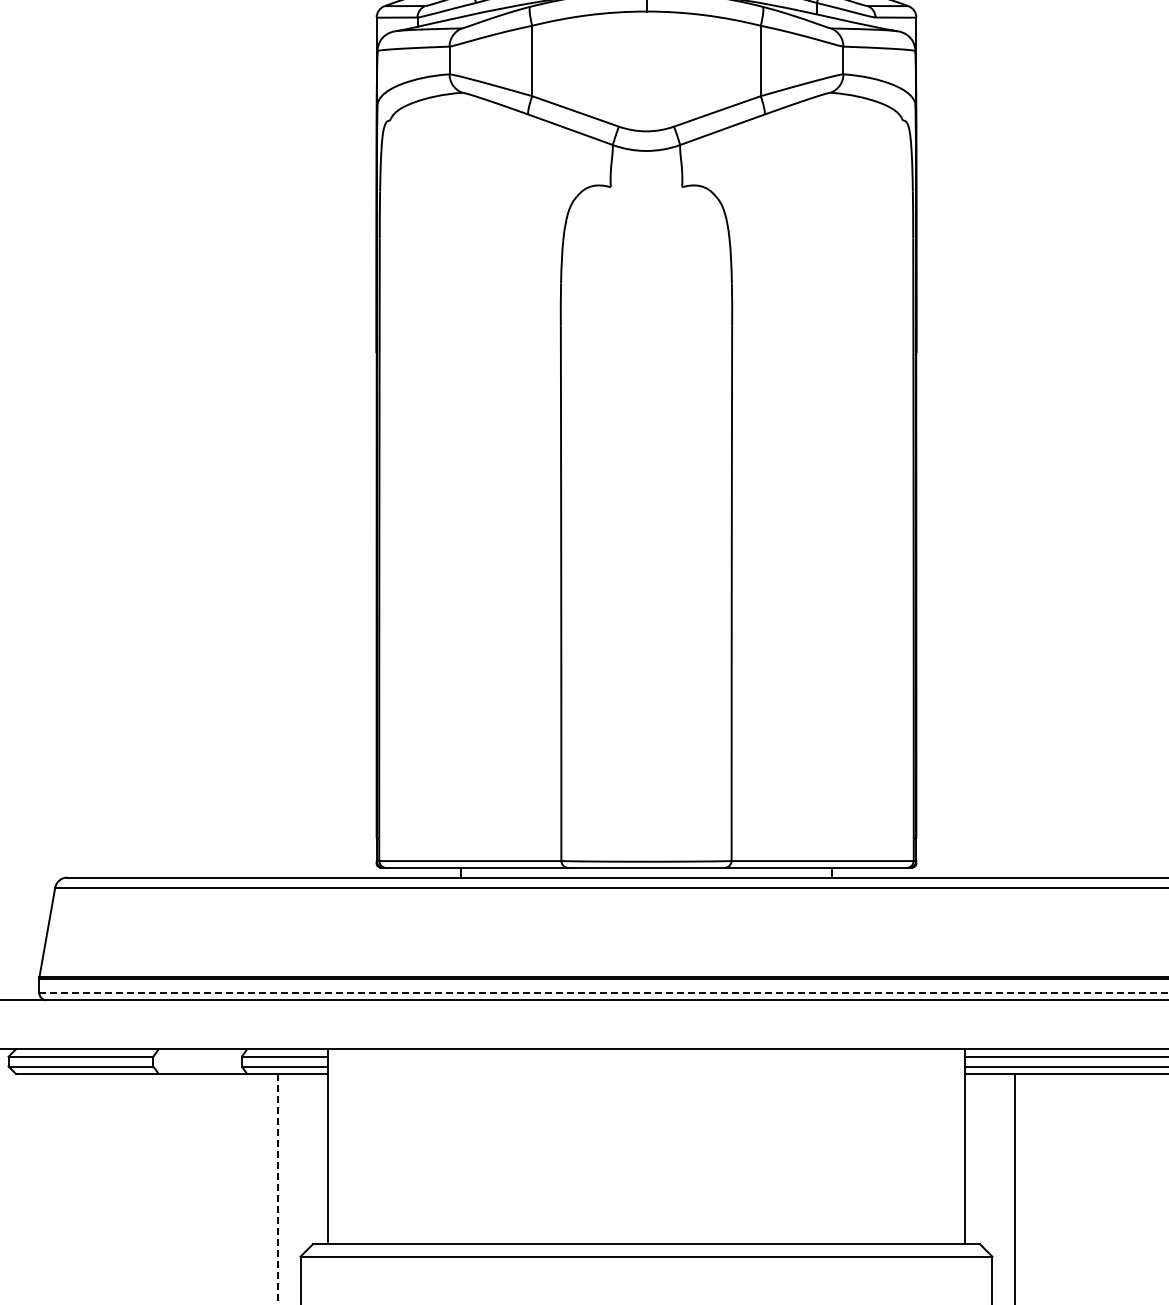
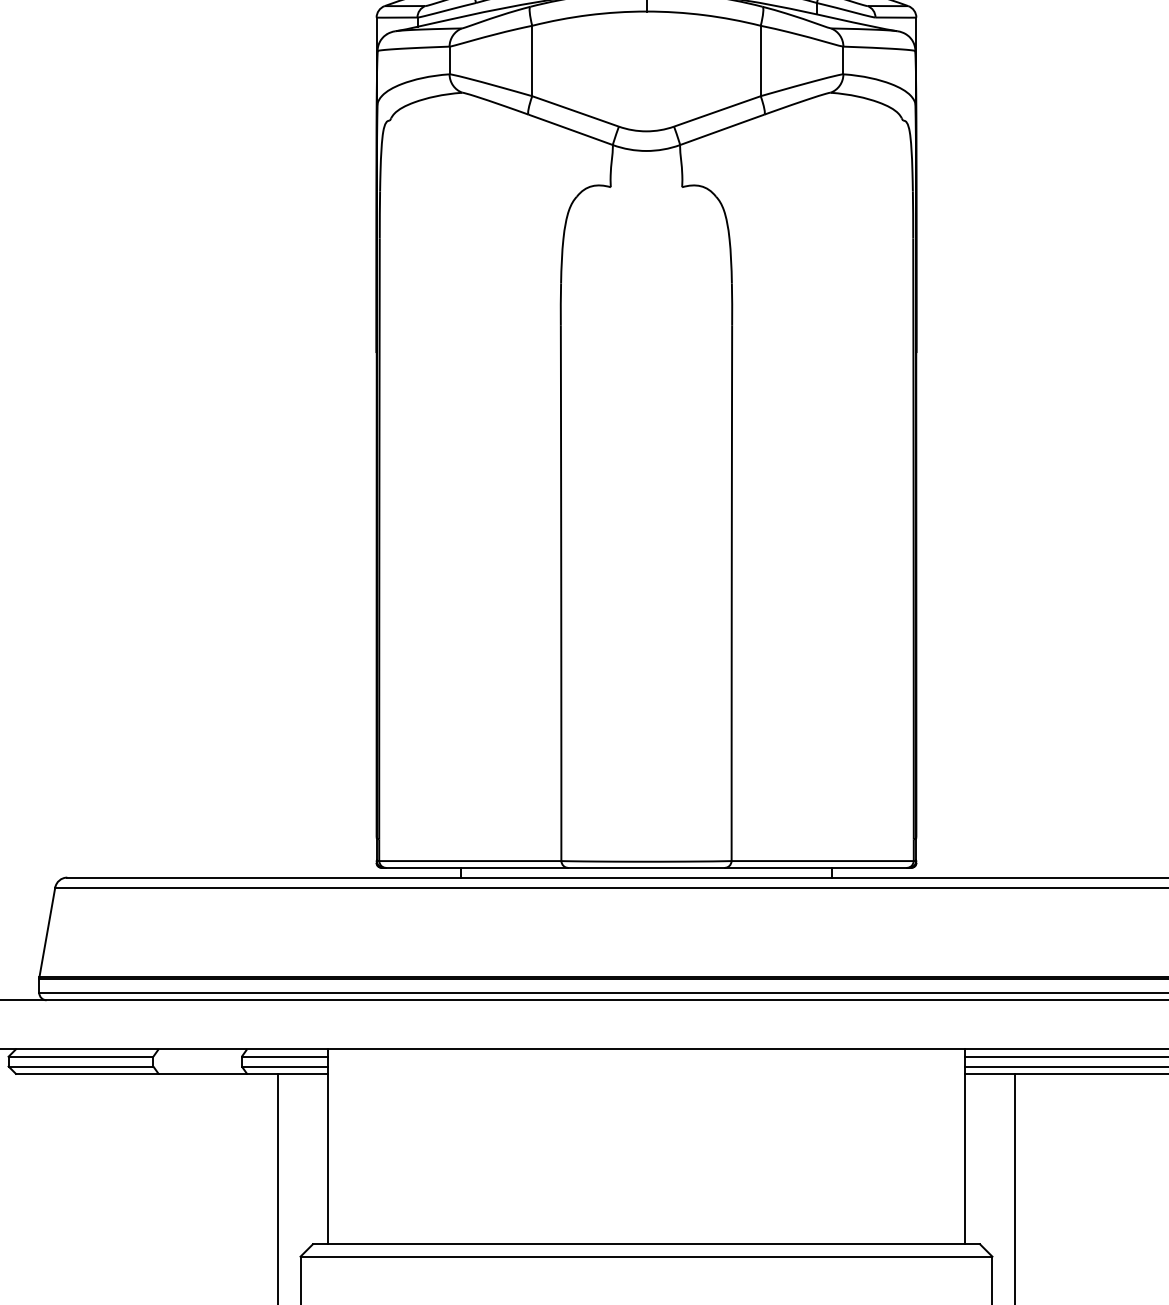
line at (604, 992): dashed -> solid
line at (278, 1189): dashed -> solid
